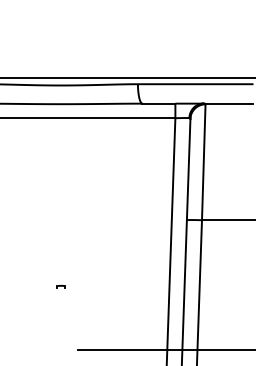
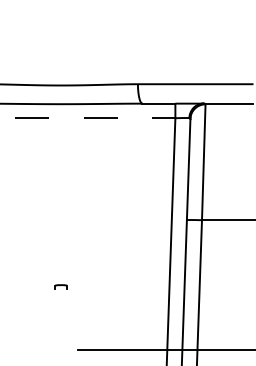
line at (127, 77): present -> none
line at (88, 118): solid -> dashed
part at (60, 286) size: 10x4 px -> 14x6 px
